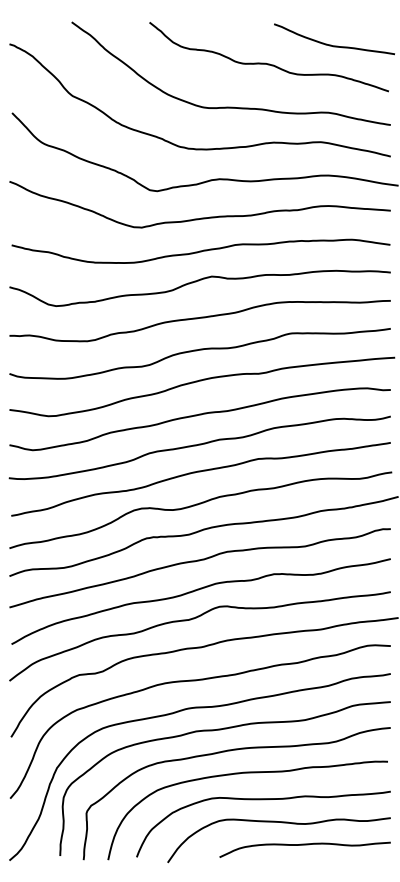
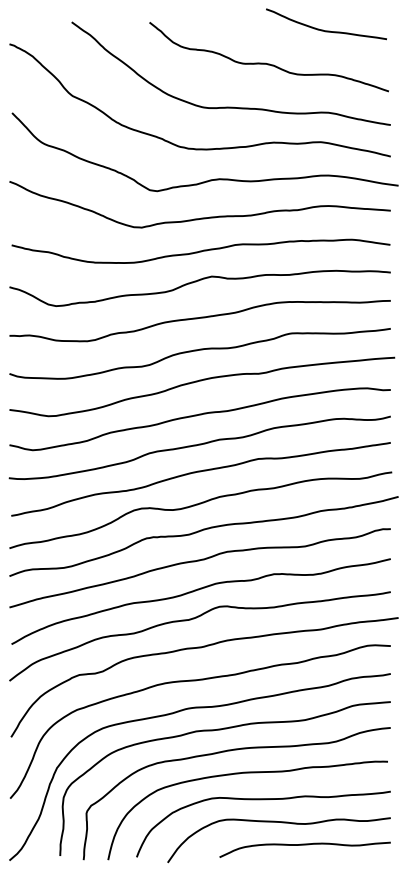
curve at (331, 44) position: (331, 44) -> (323, 29)
